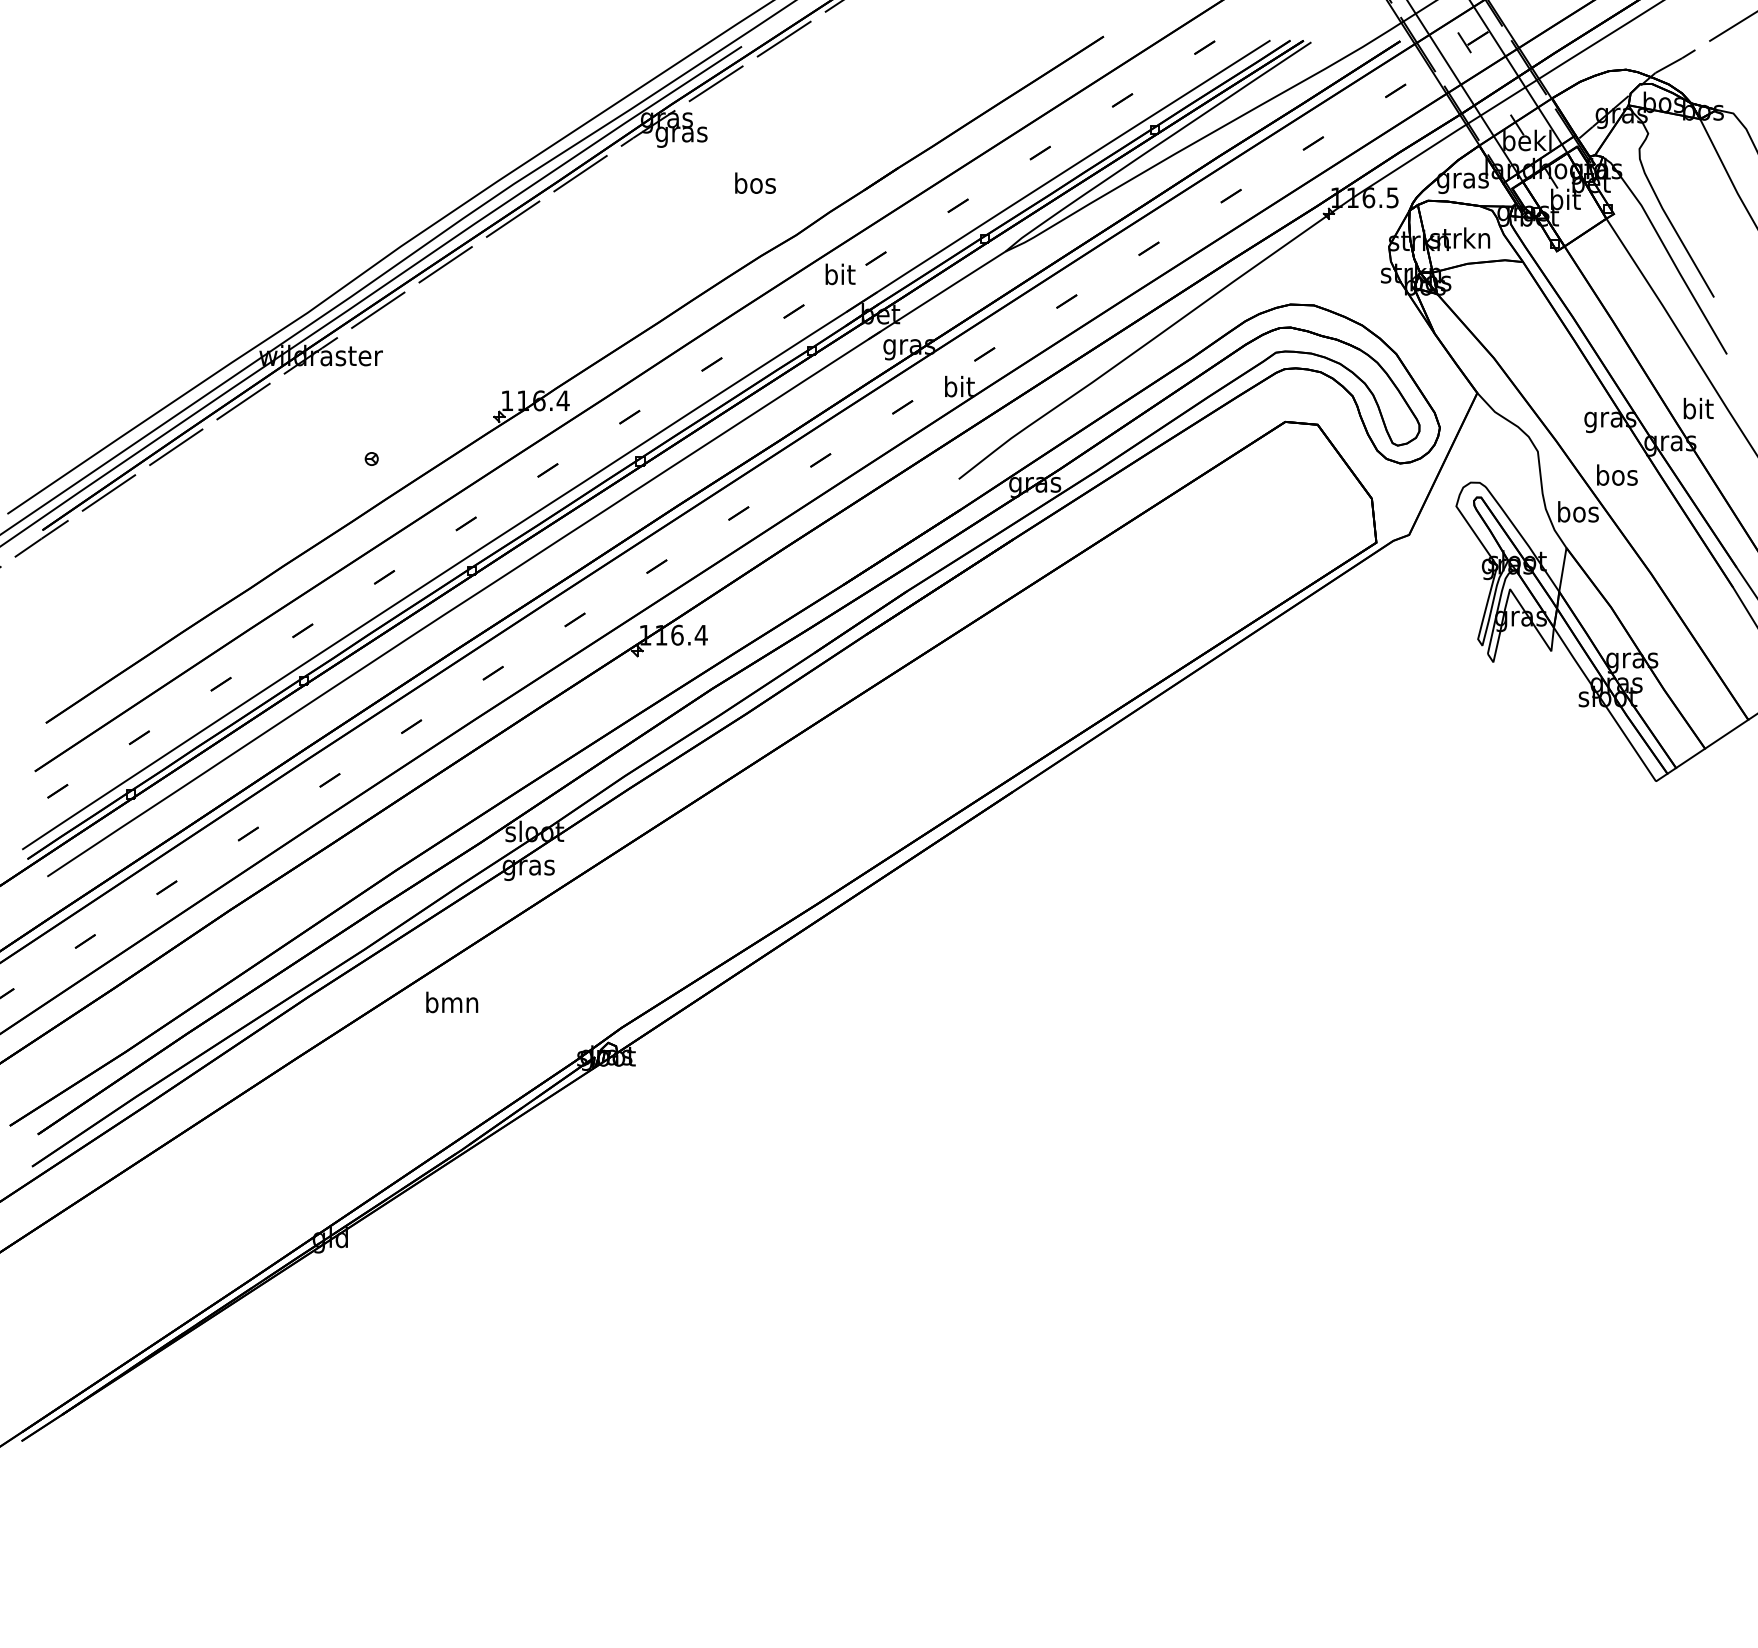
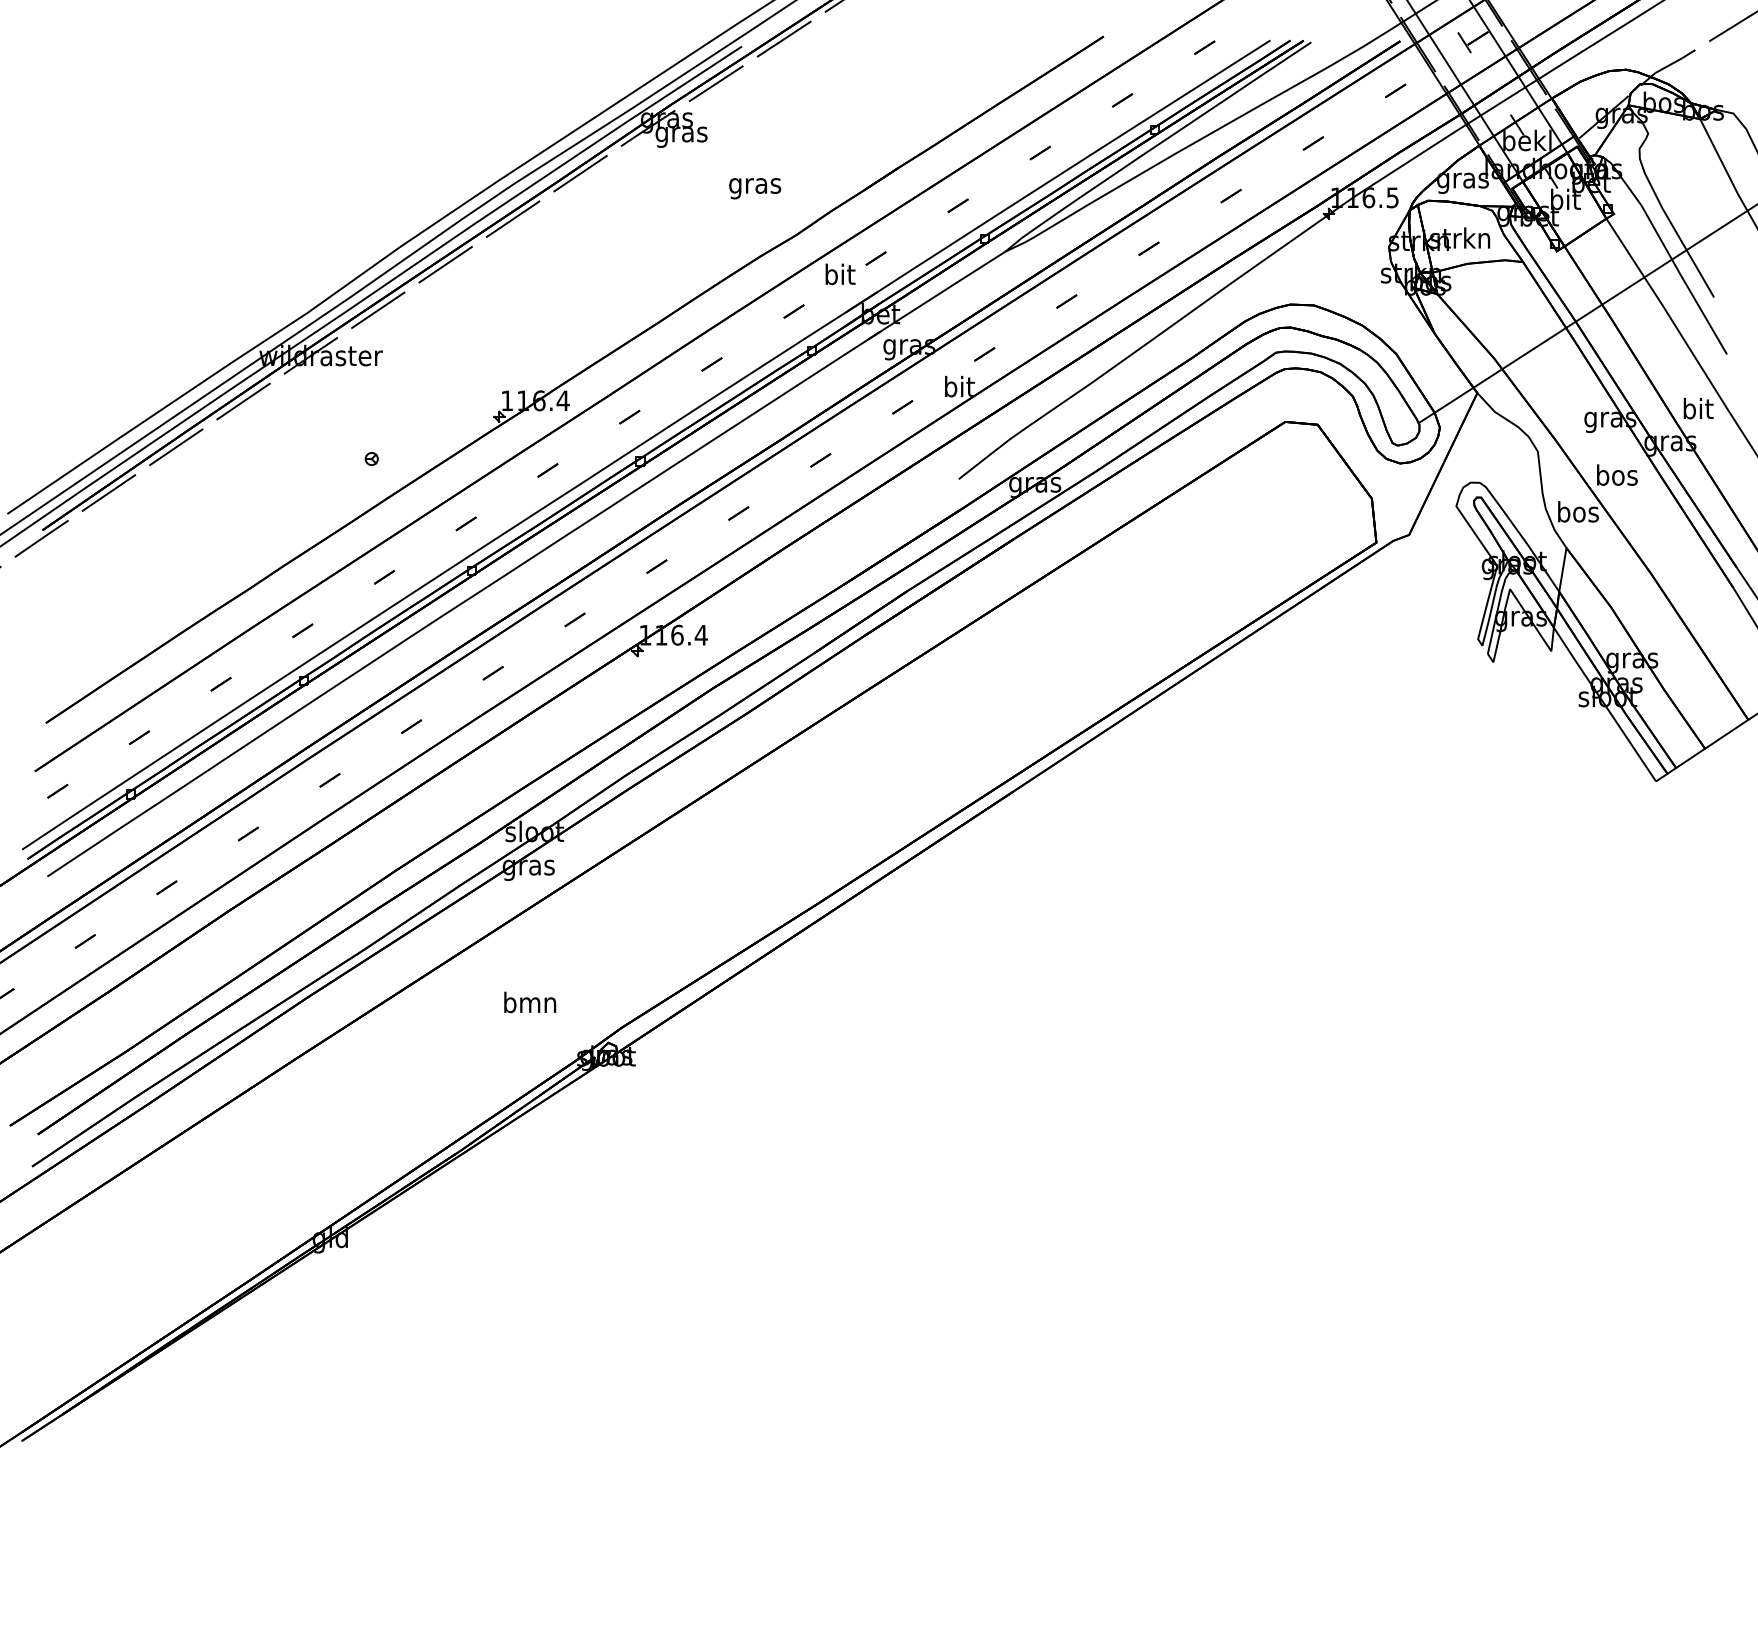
text at (755, 185): bos -> gras
line at (1586, 314): none -> present
text at (452, 1002) position: (452, 1002) -> (530, 1002)
